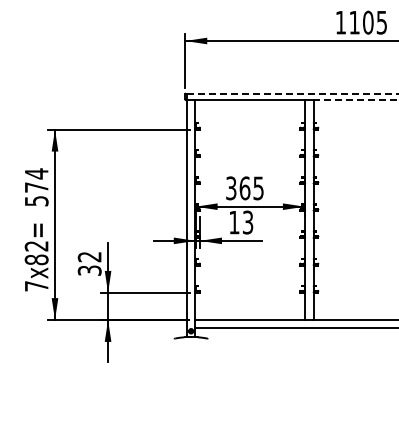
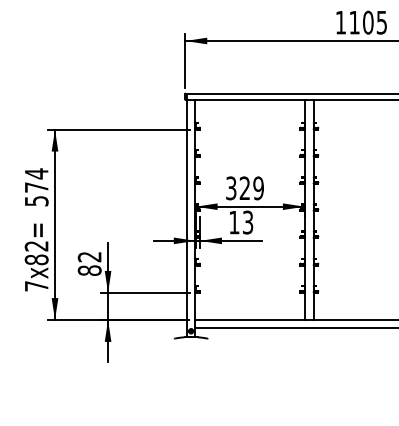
line at (292, 93): dashed -> solid
line at (356, 100): dashed -> solid
text at (251, 188): 365 -> 329
text at (89, 270): 32 -> 82
